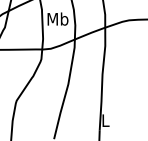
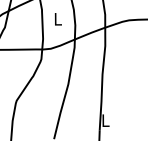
text at (57, 18): Mb -> L
